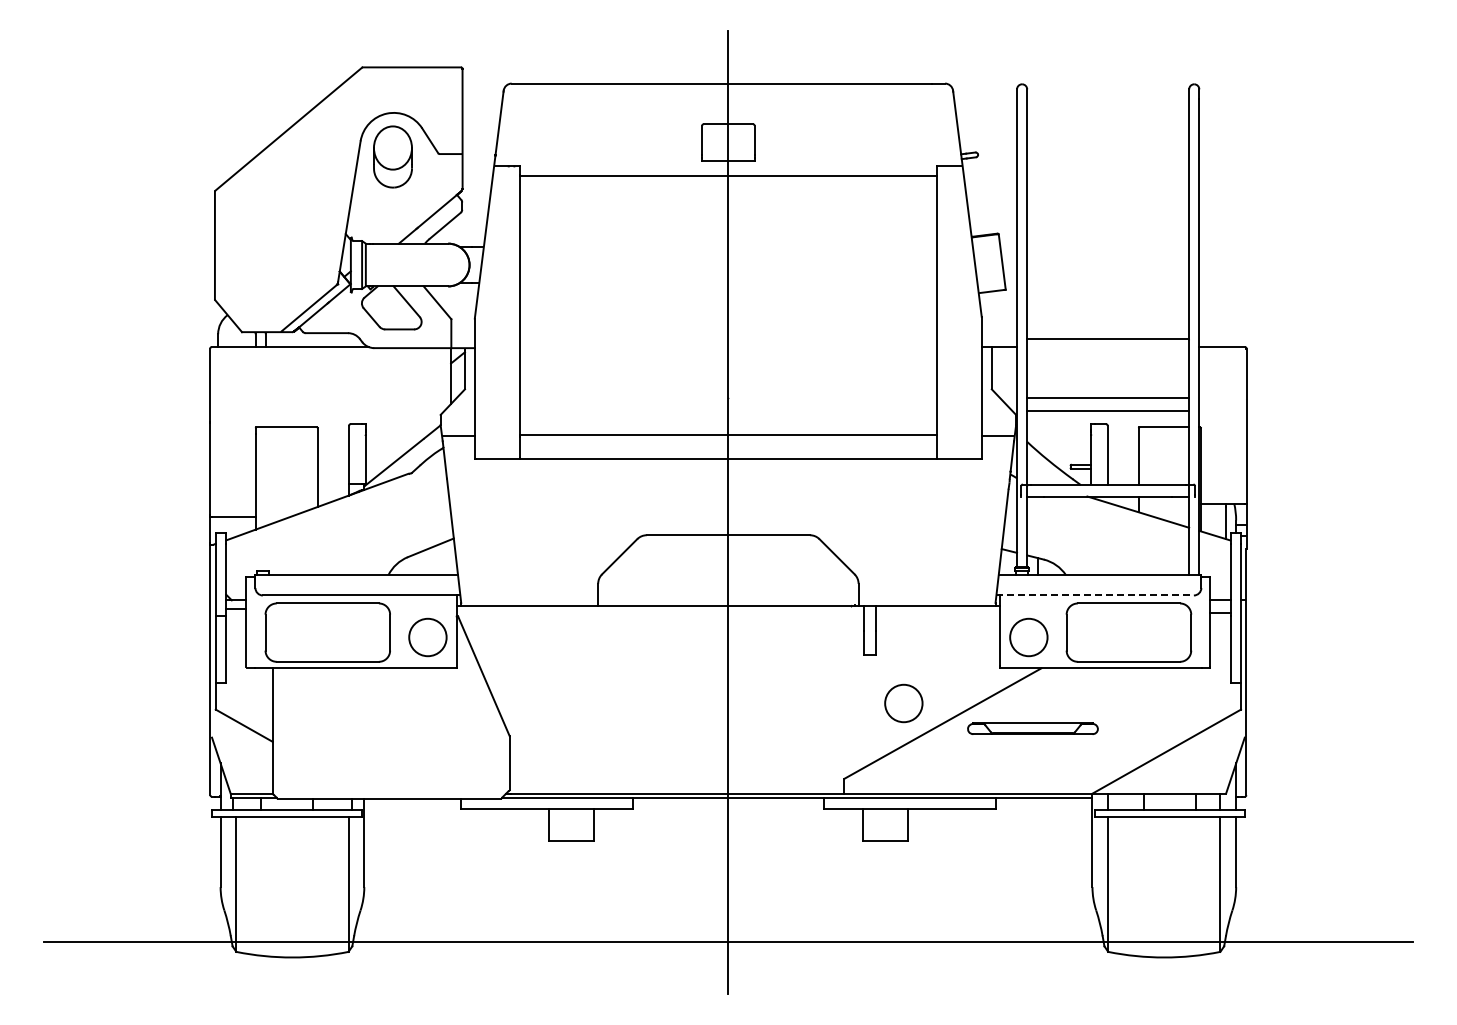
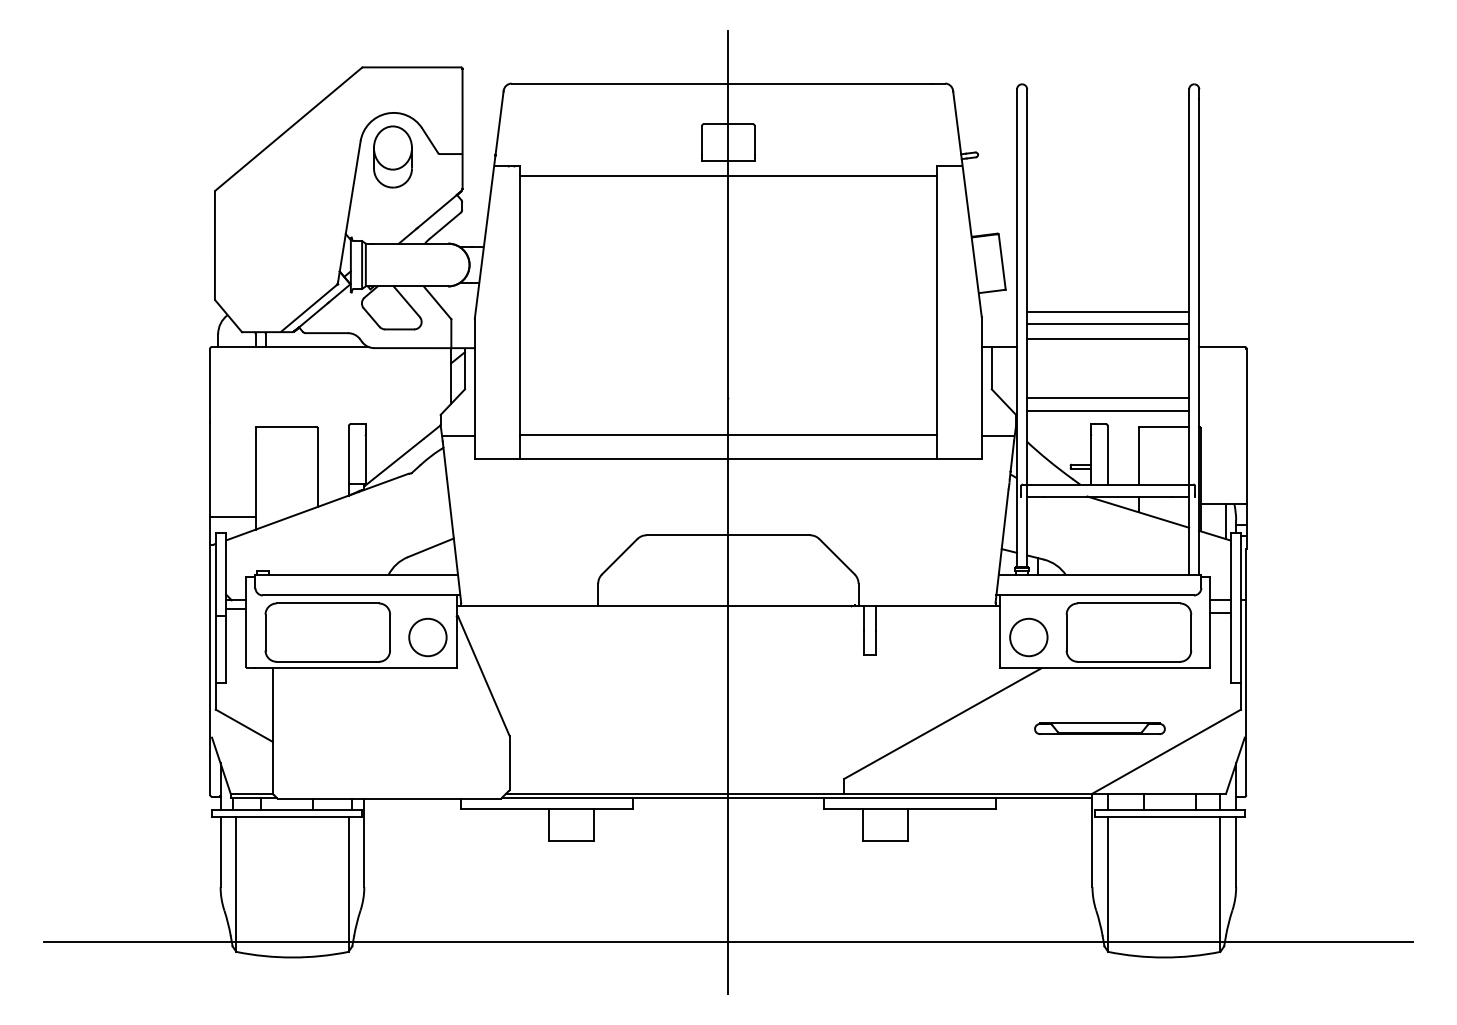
line at (1108, 312): none -> present
line at (1108, 324): none -> present
line at (1095, 595): dashed -> solid
circle at (903, 703): present -> none
part at (1032, 728) position: (1032, 728) -> (1099, 728)
